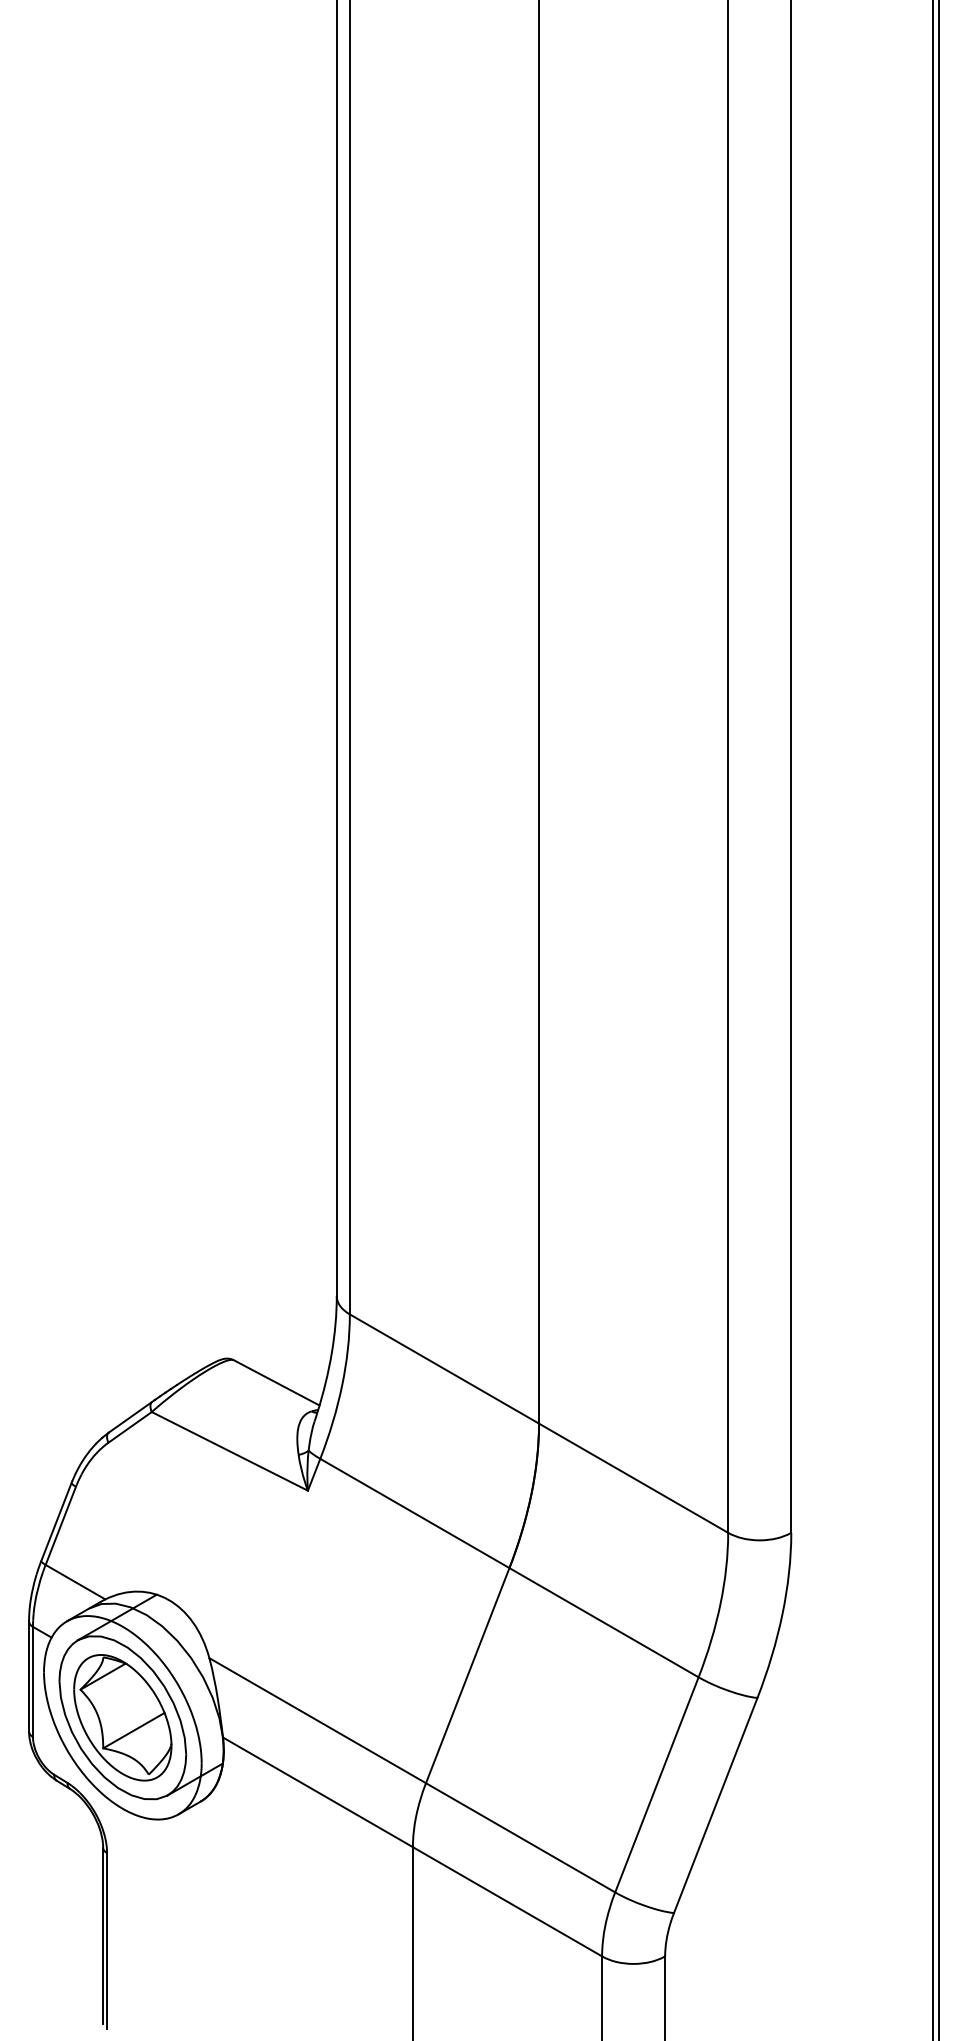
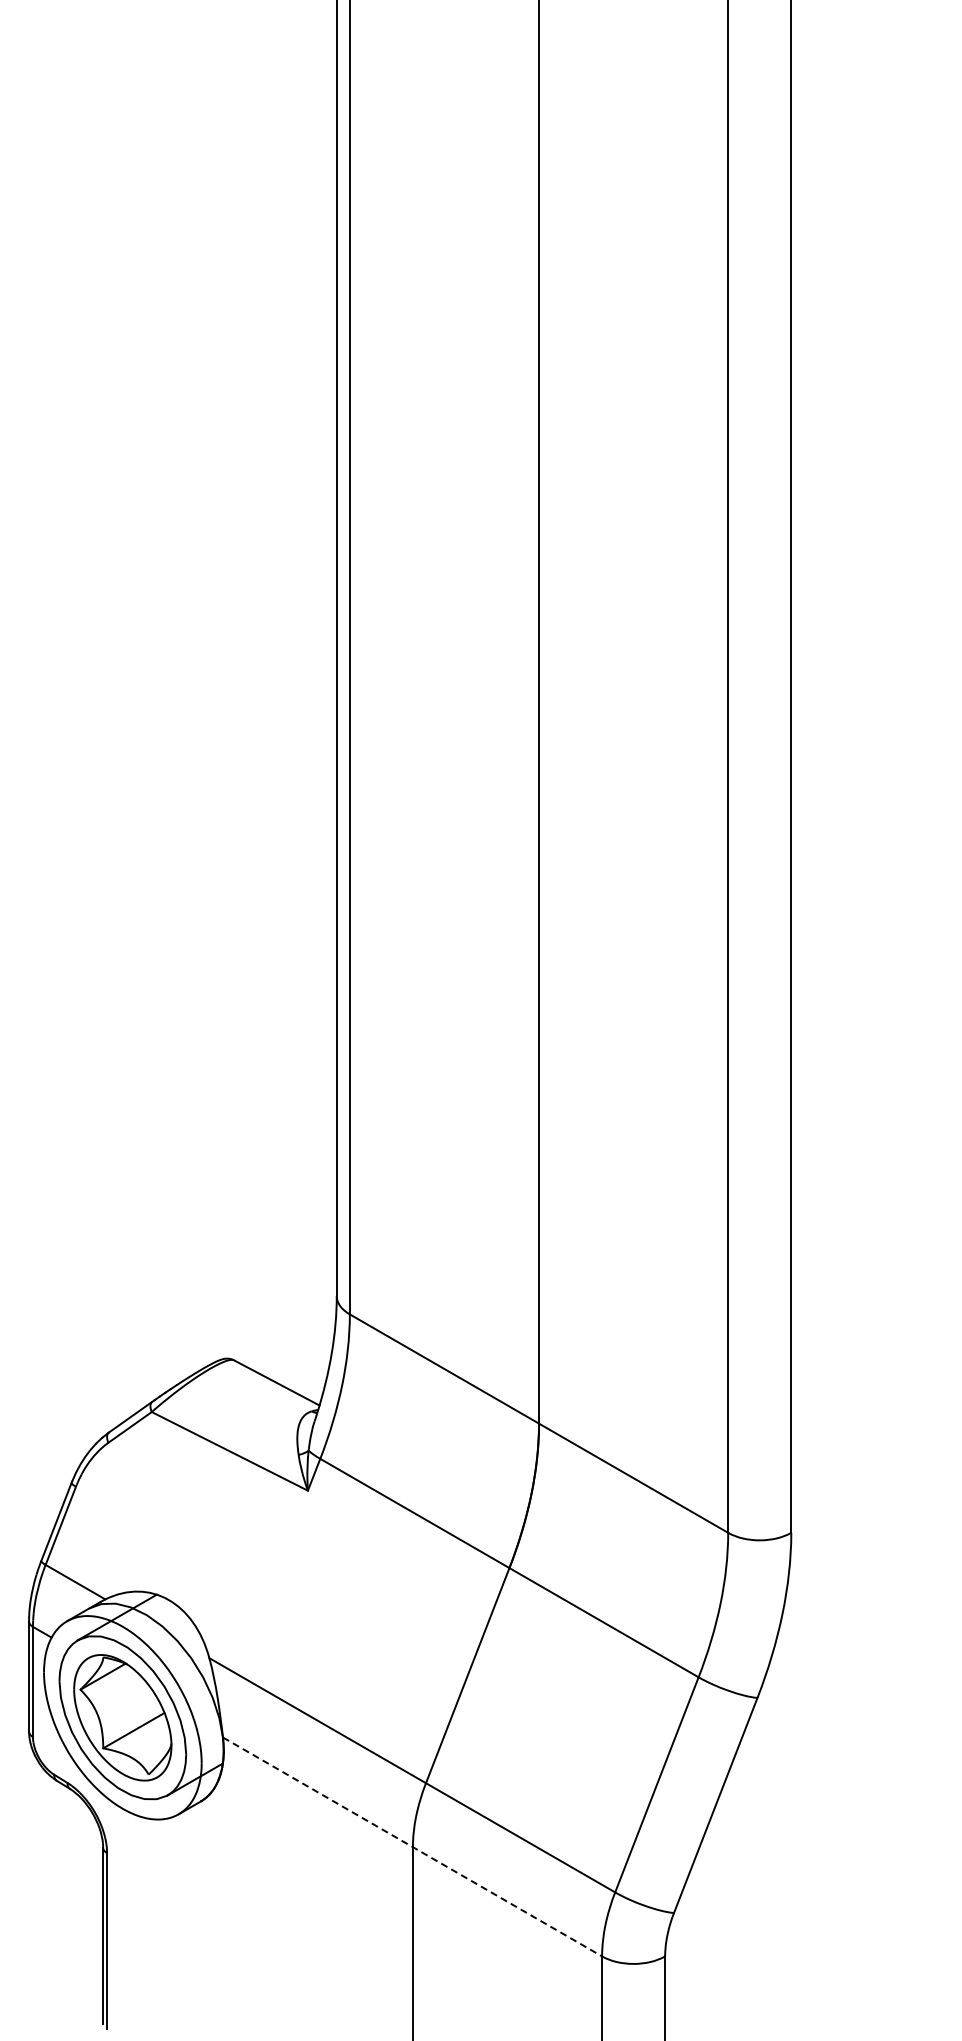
line at (932, 1019): present -> none
line at (939, 1019): present -> none
line at (412, 1846): solid -> dashed
